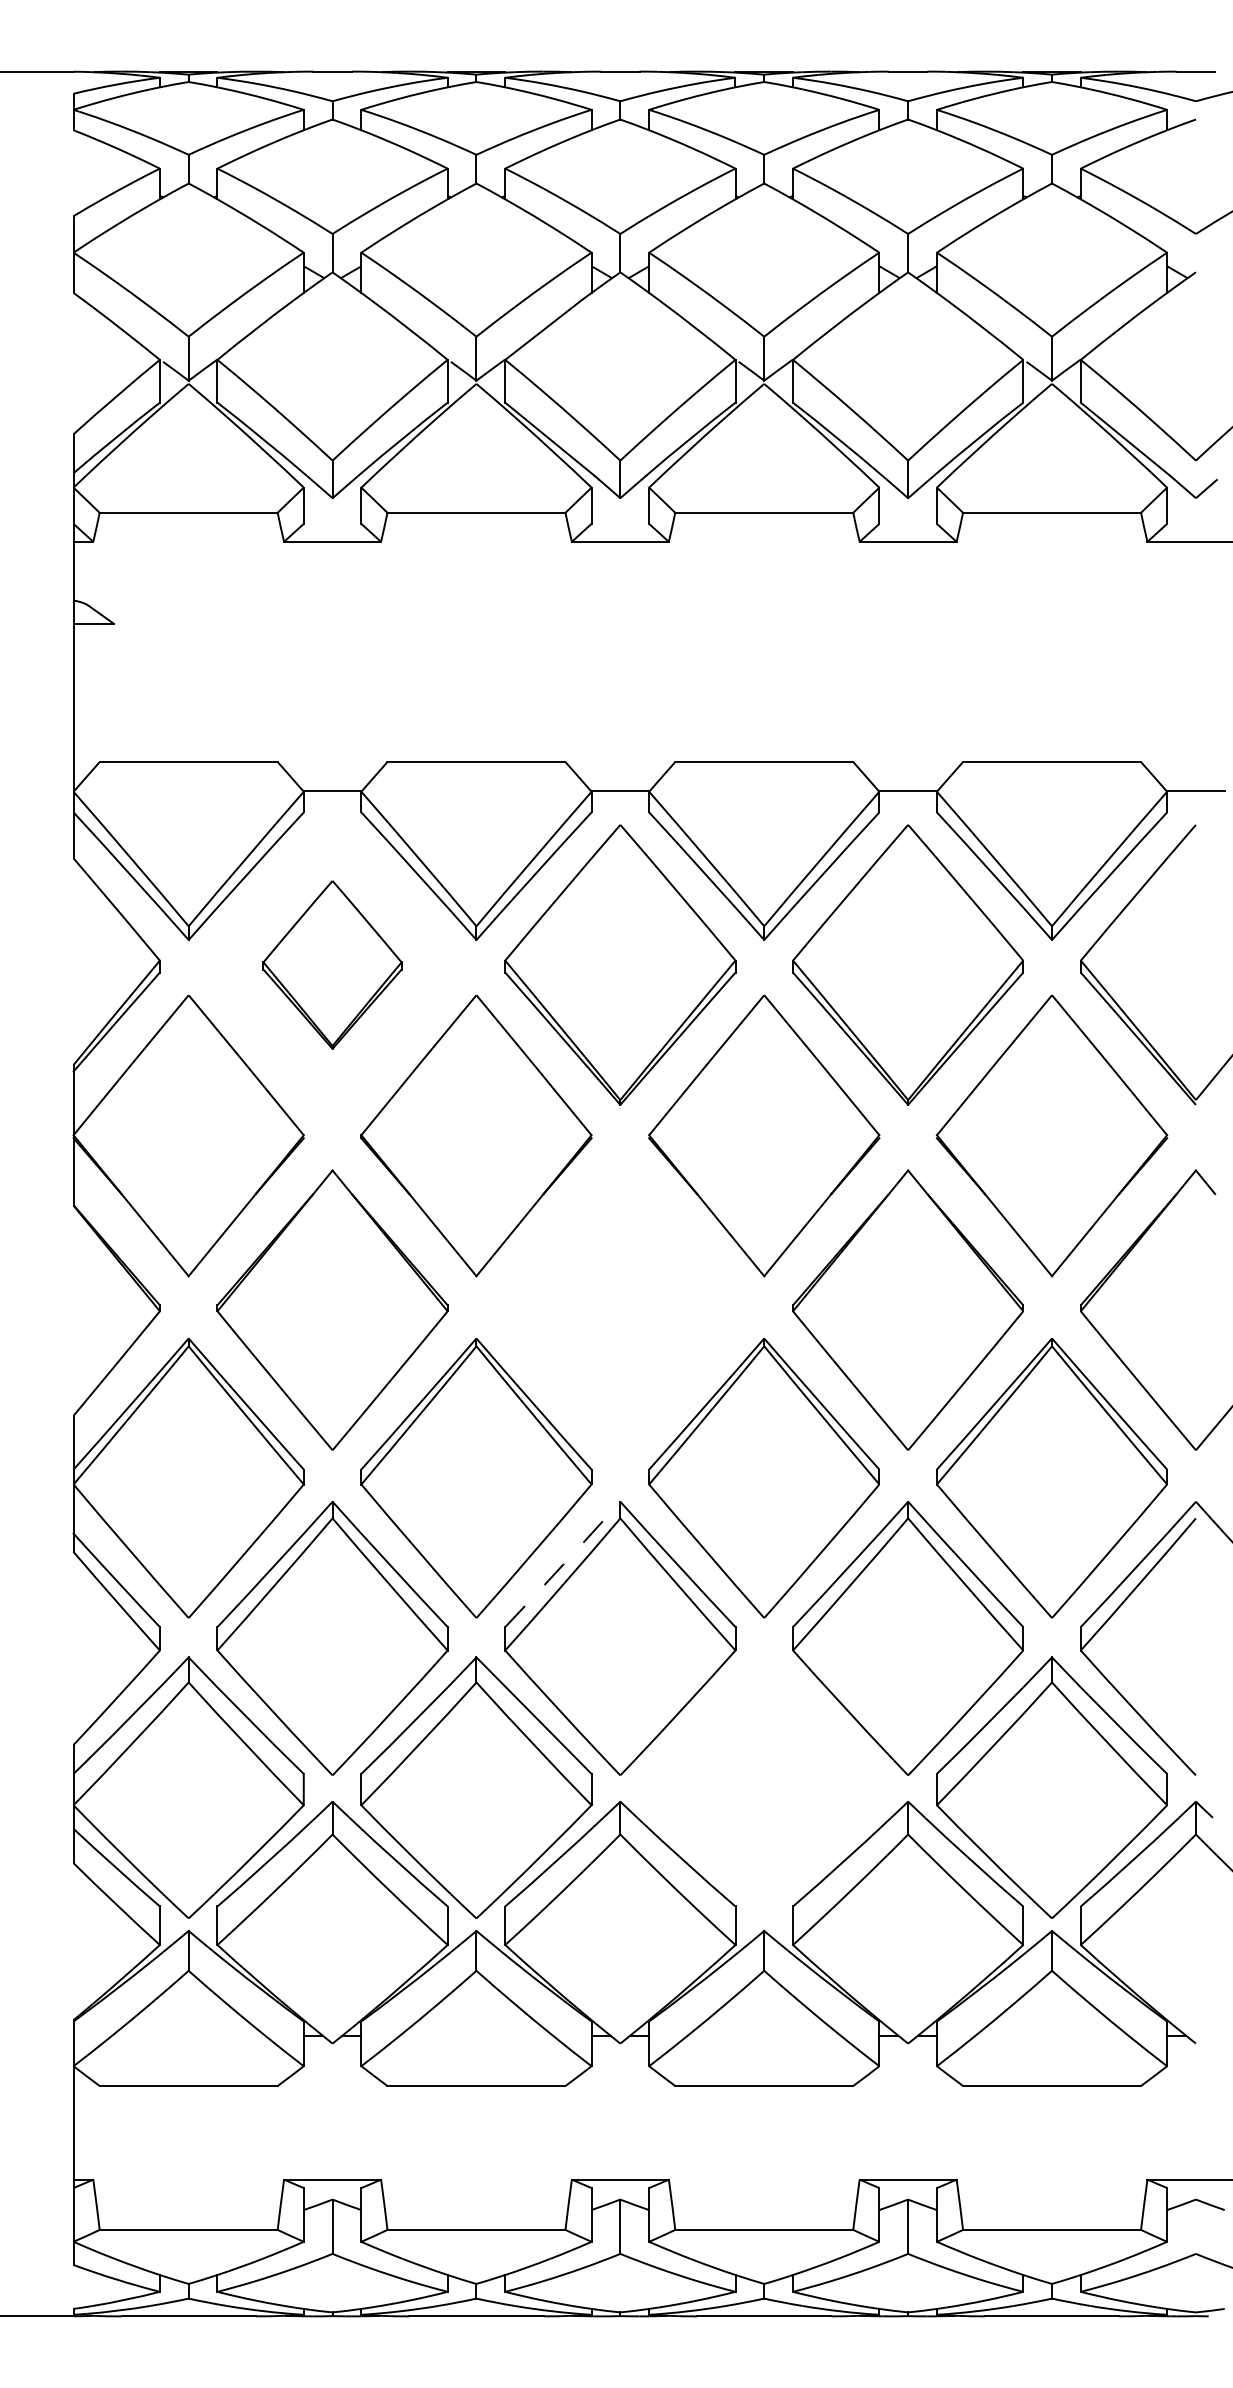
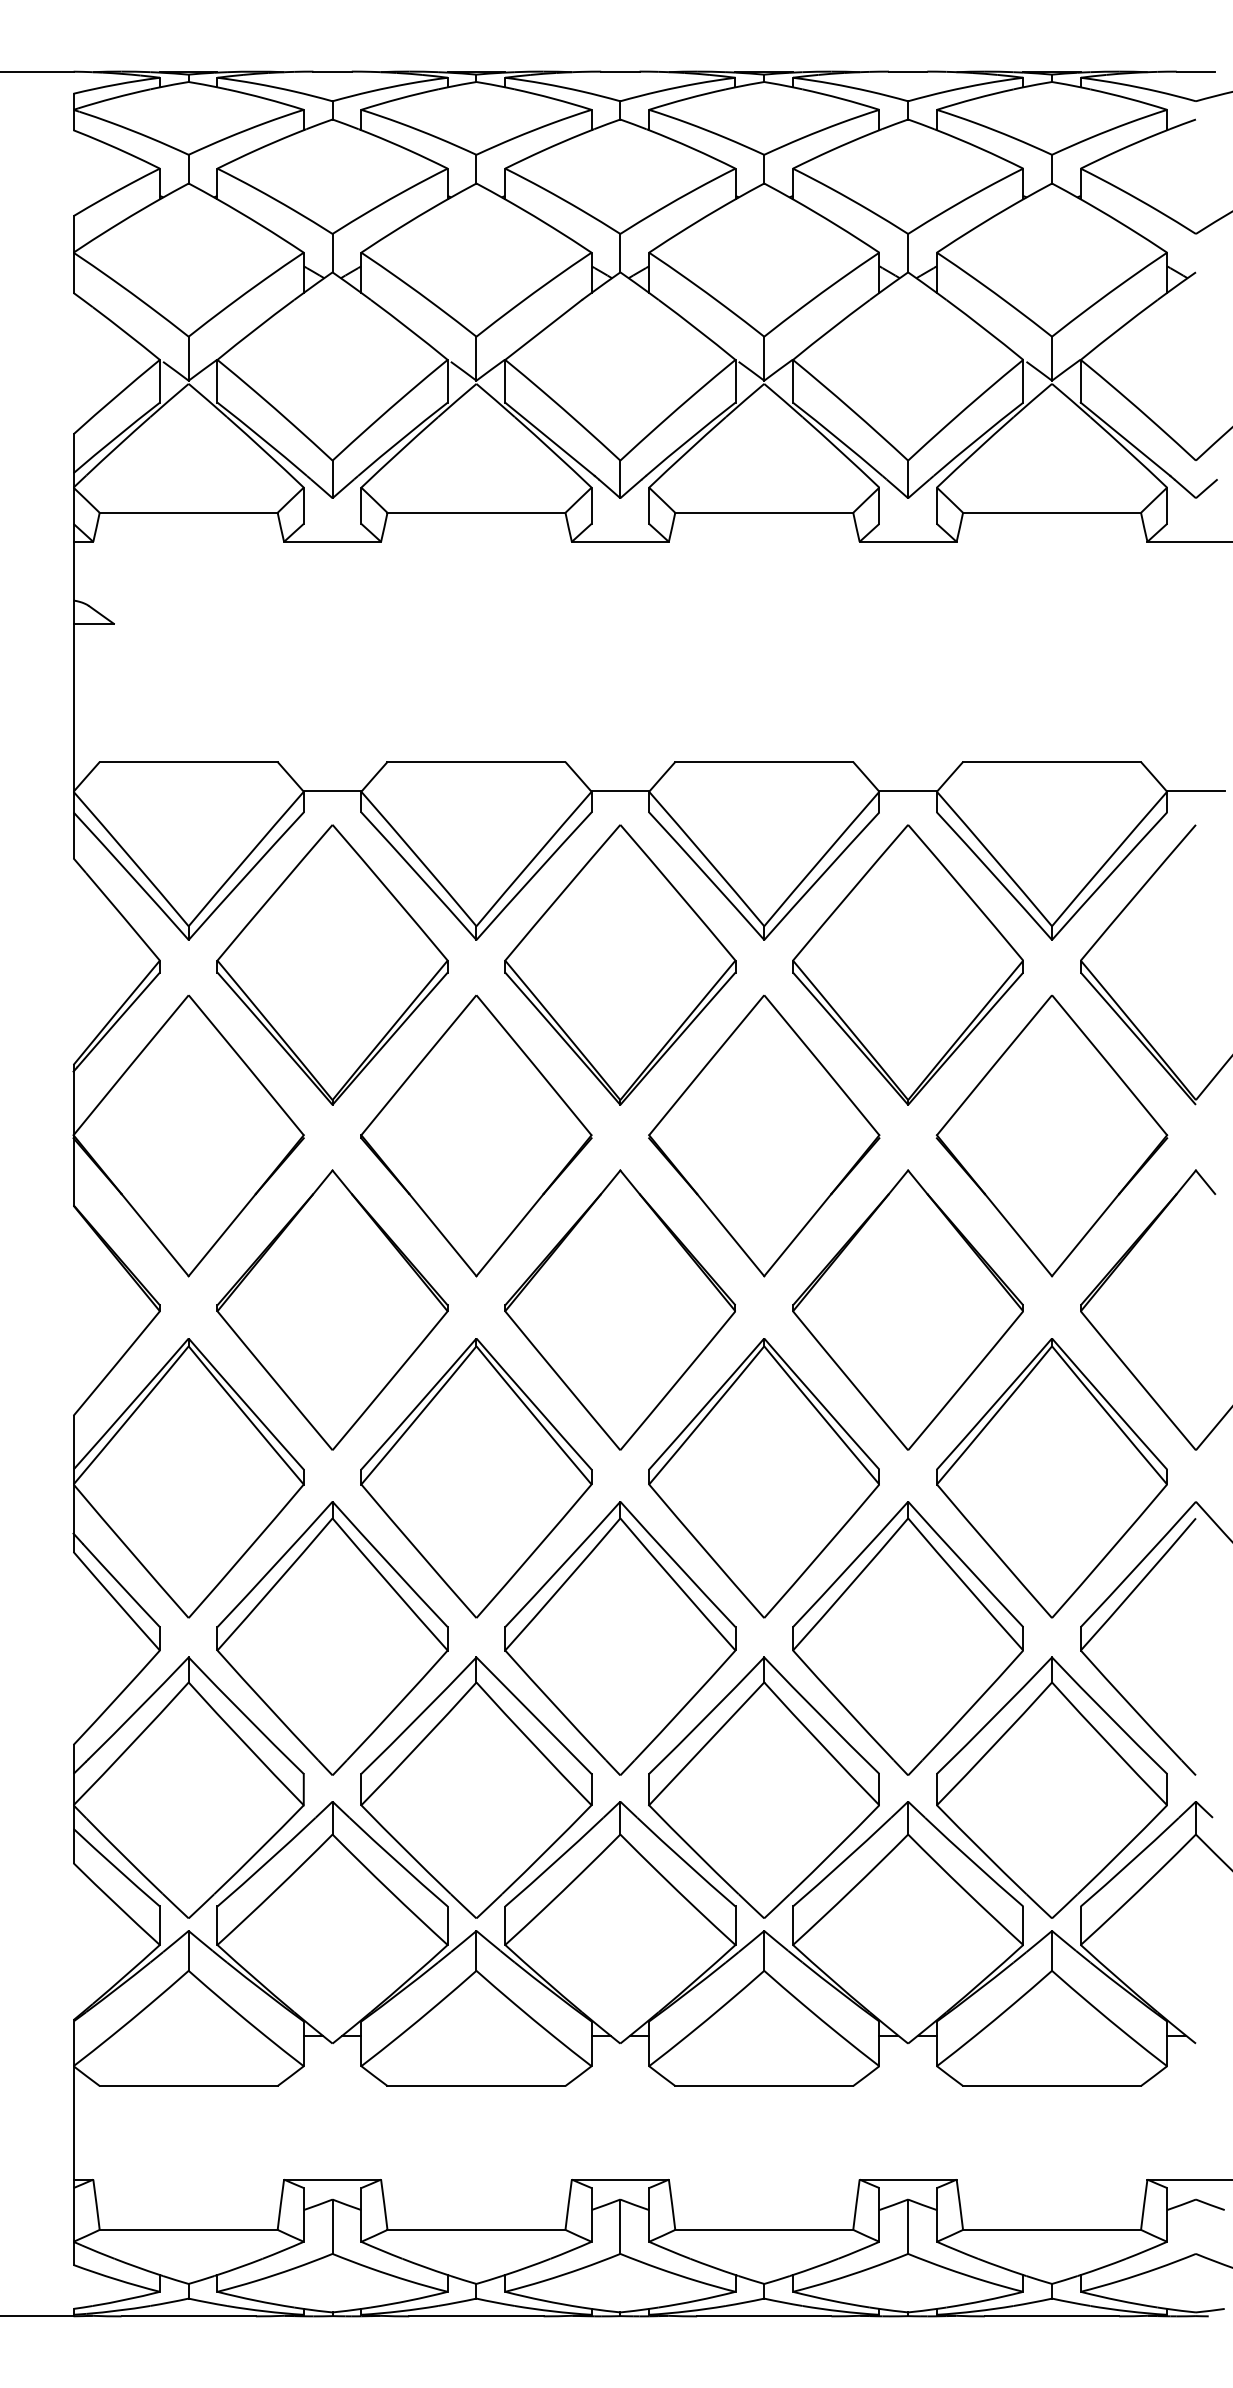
part at (332, 964) size: 141x170 px -> 233x282 px
part at (619, 1309): none -> present
arc at (563, 1564): dashed -> solid
part at (763, 1787): none -> present
